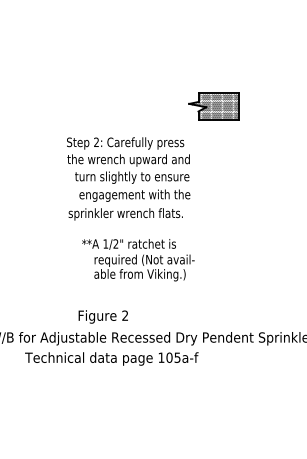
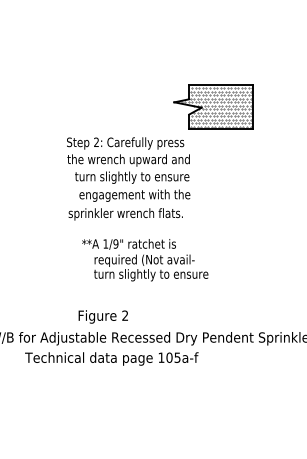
part at (213, 106) size: 52x29 px -> 81x46 px
text at (115, 243): 1/2" -> 1/9"
text at (151, 275): able from Viking.) -> turn slightly to ensure
